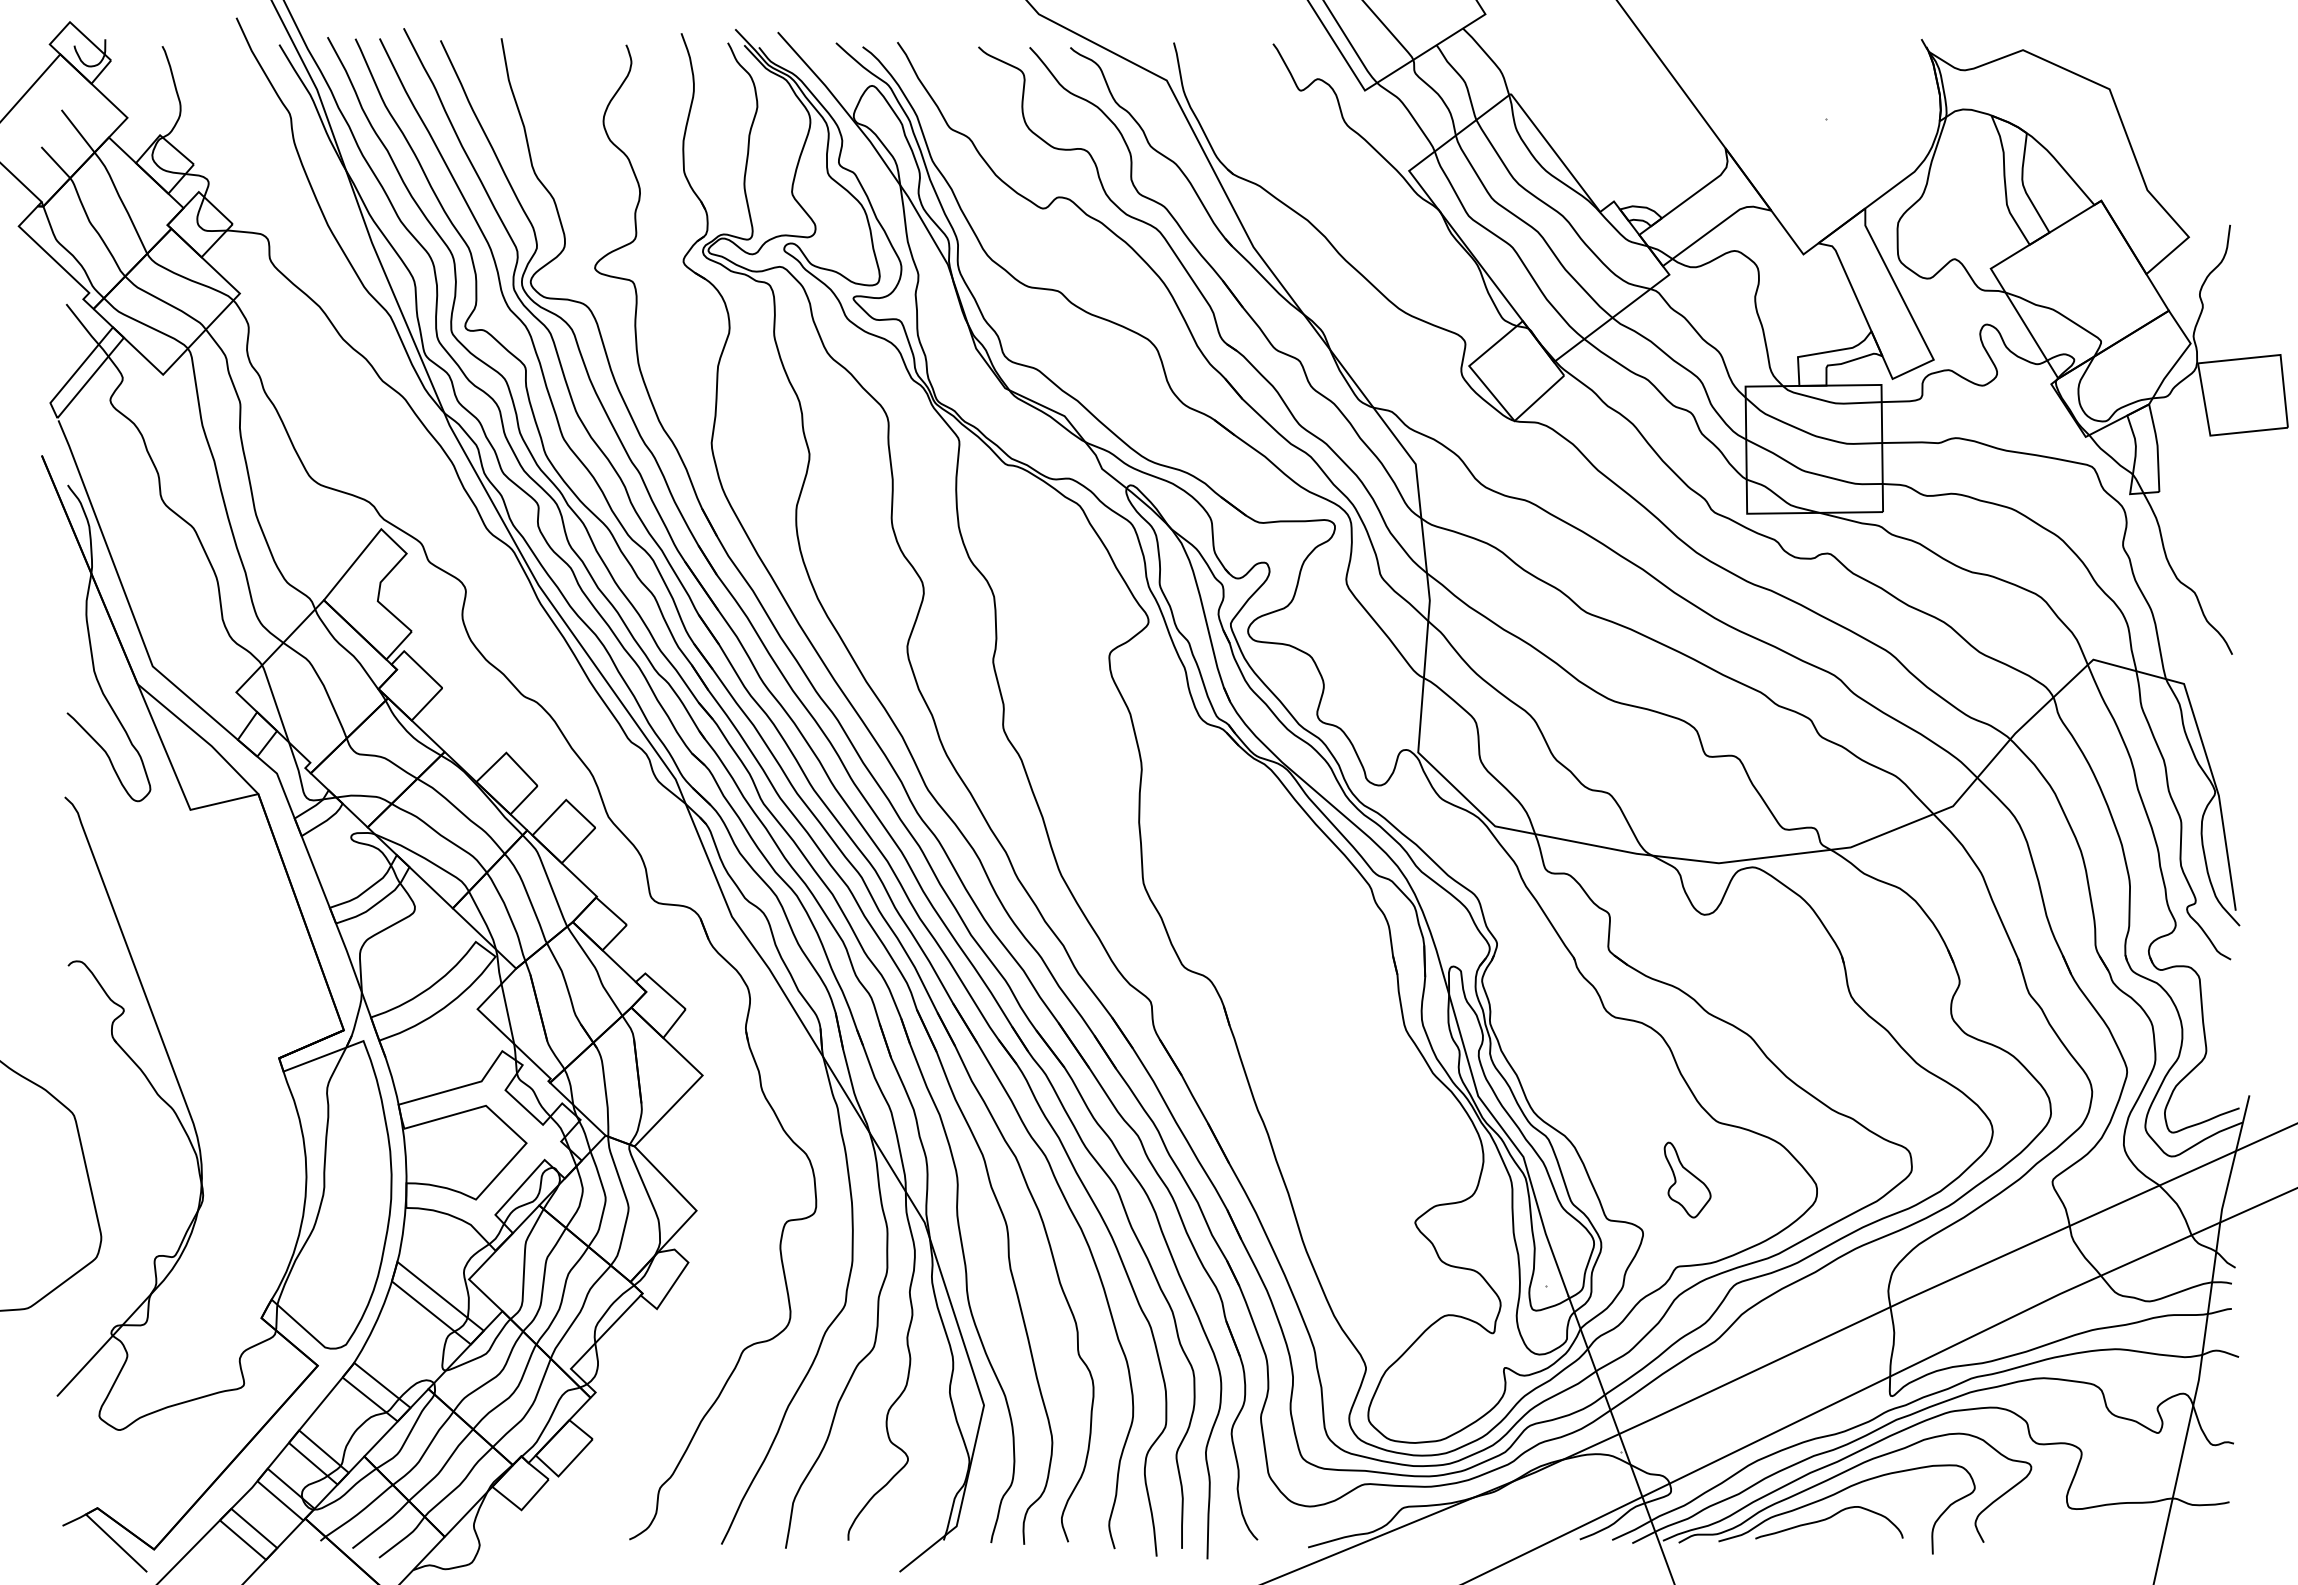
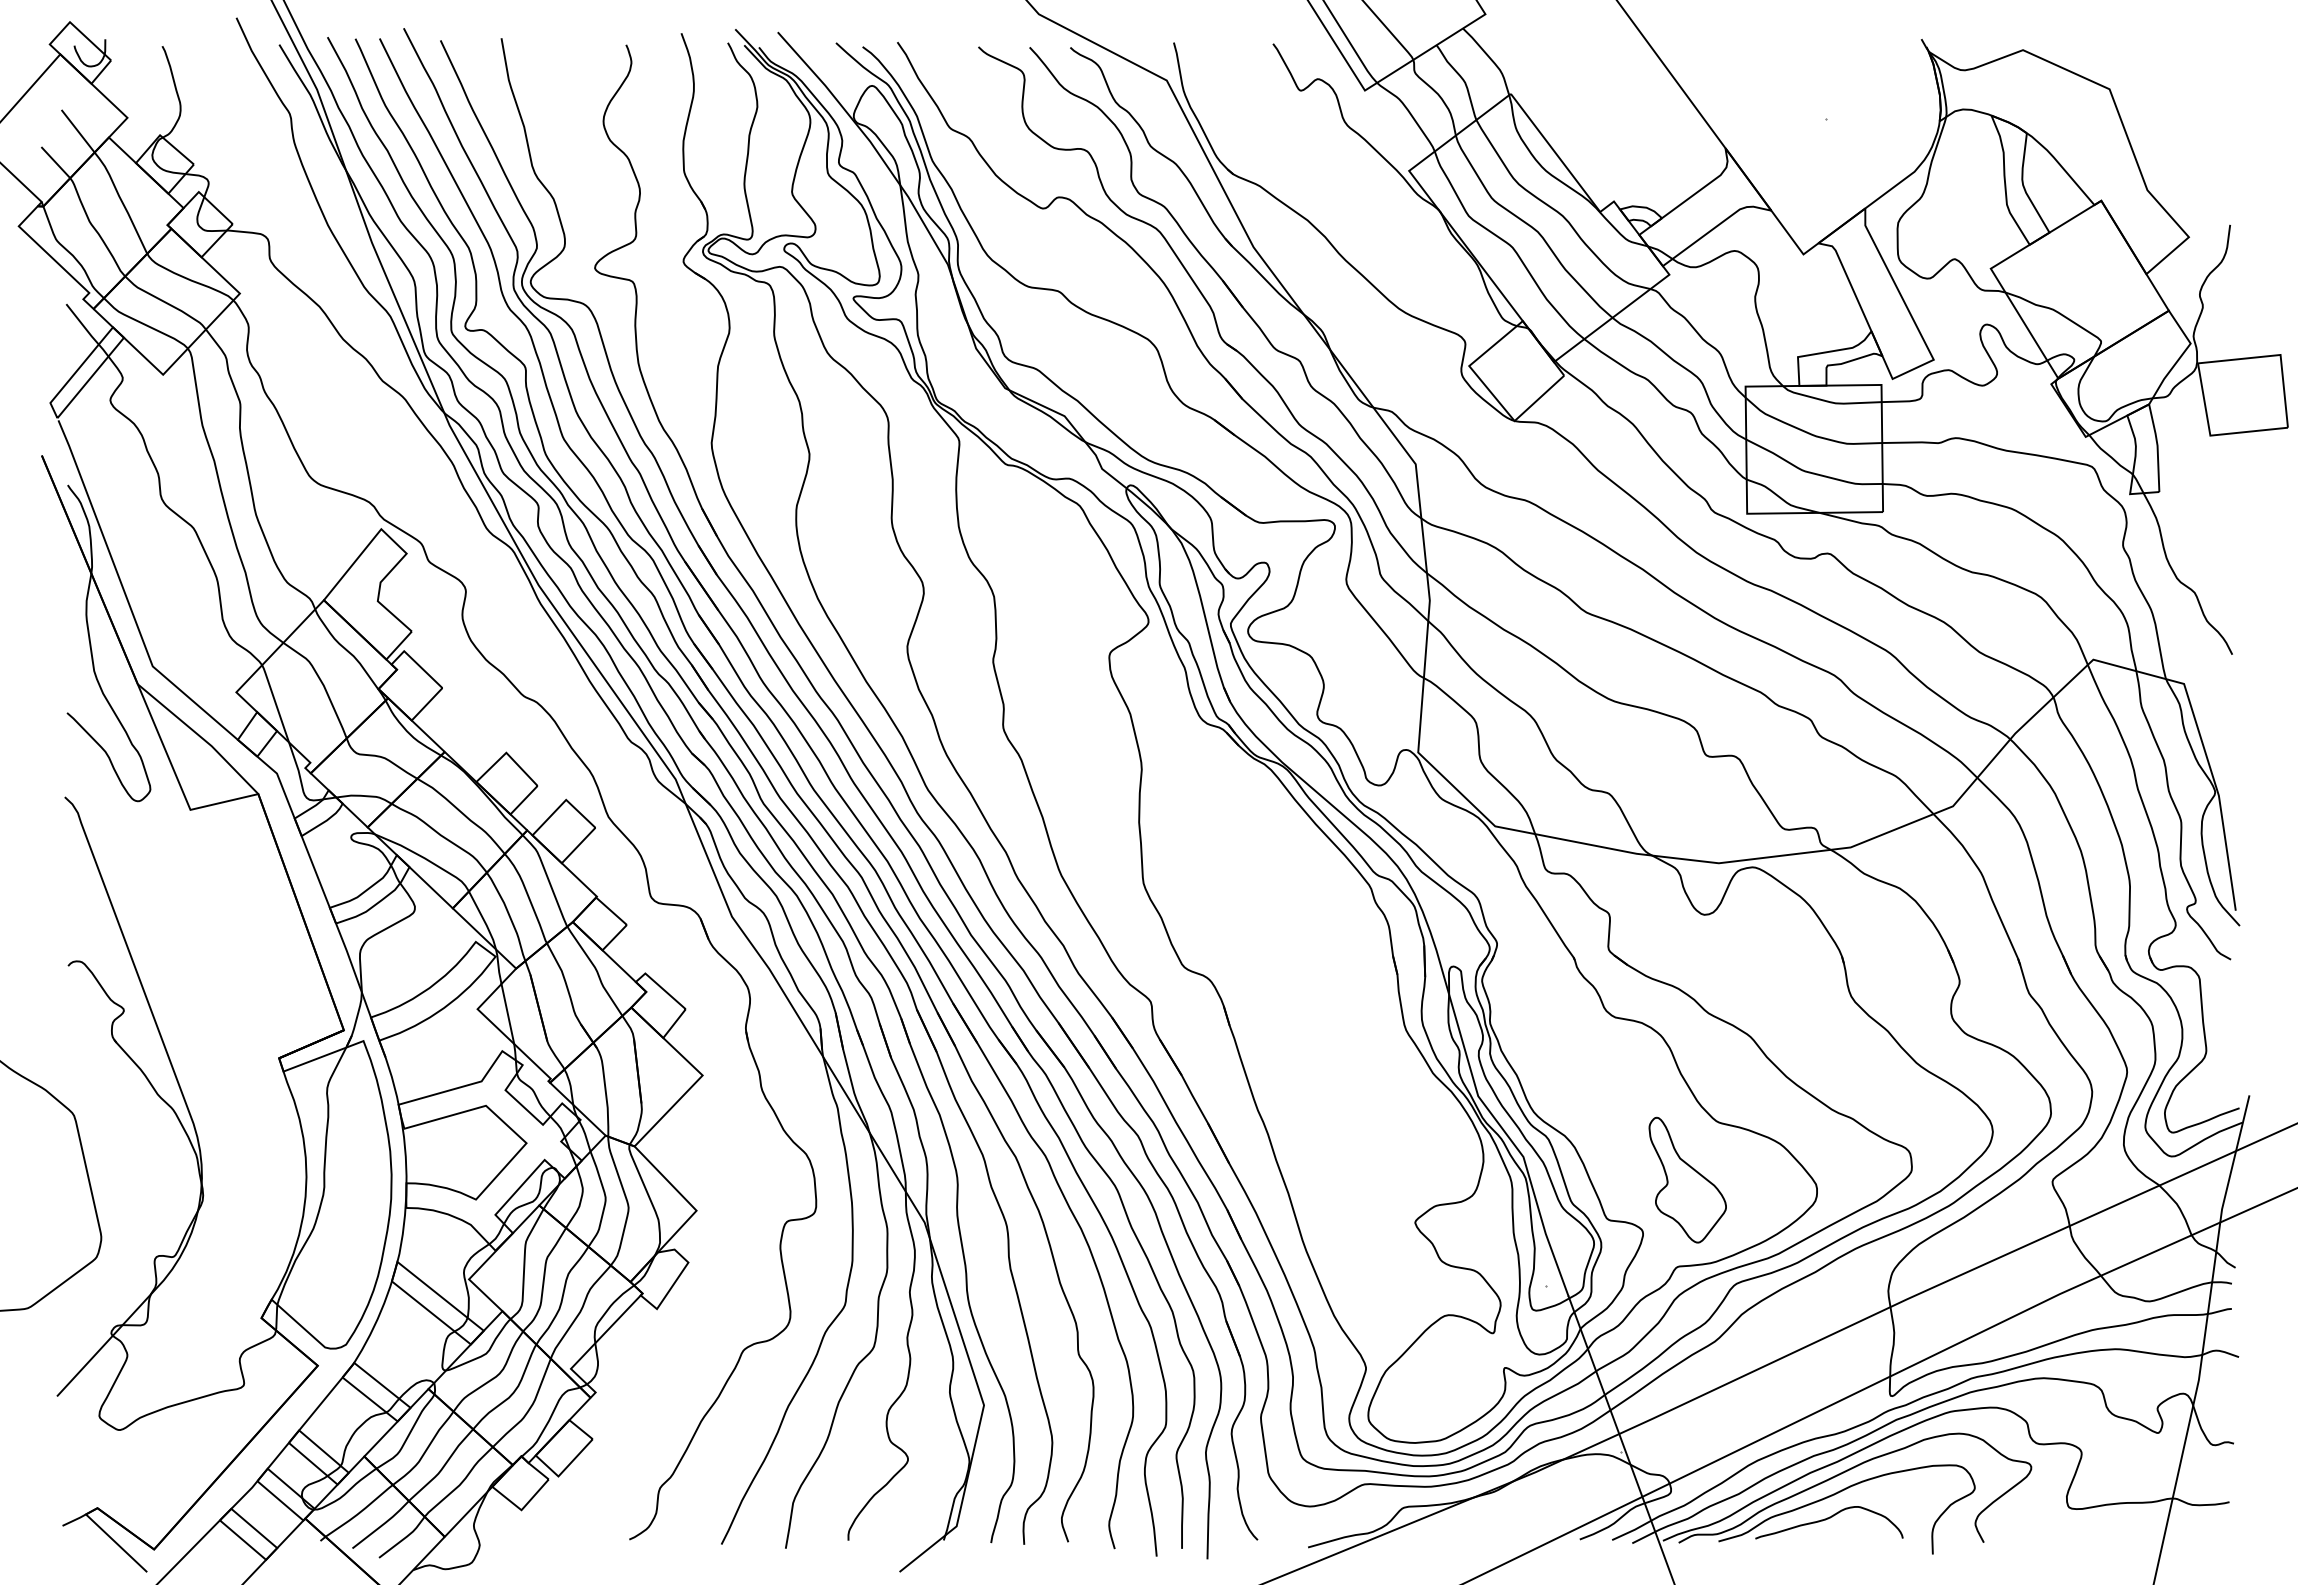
part at (1687, 1179) size: 49x78 px -> 79x128 px
